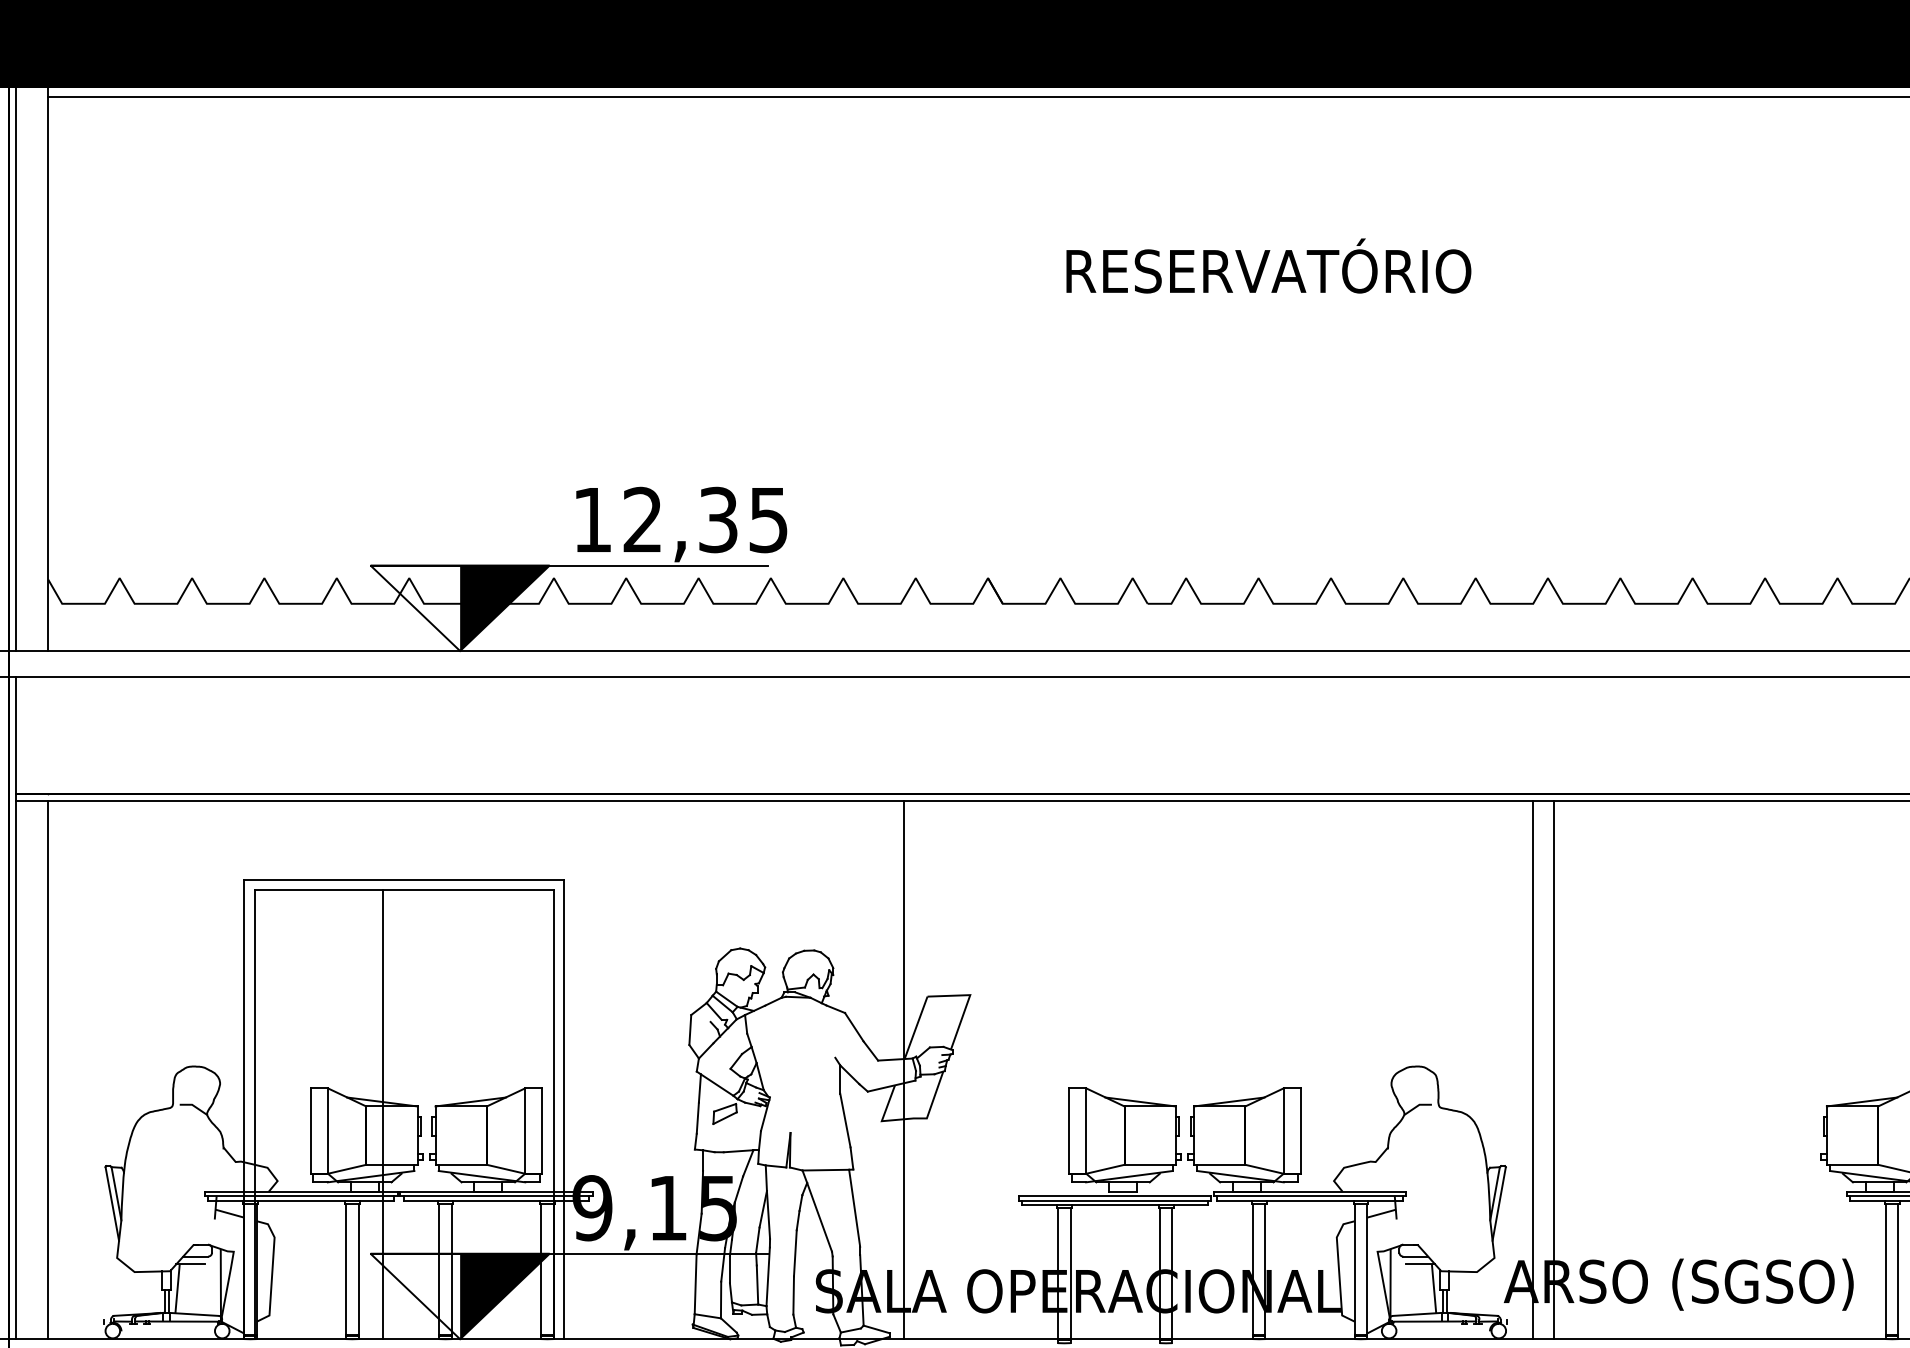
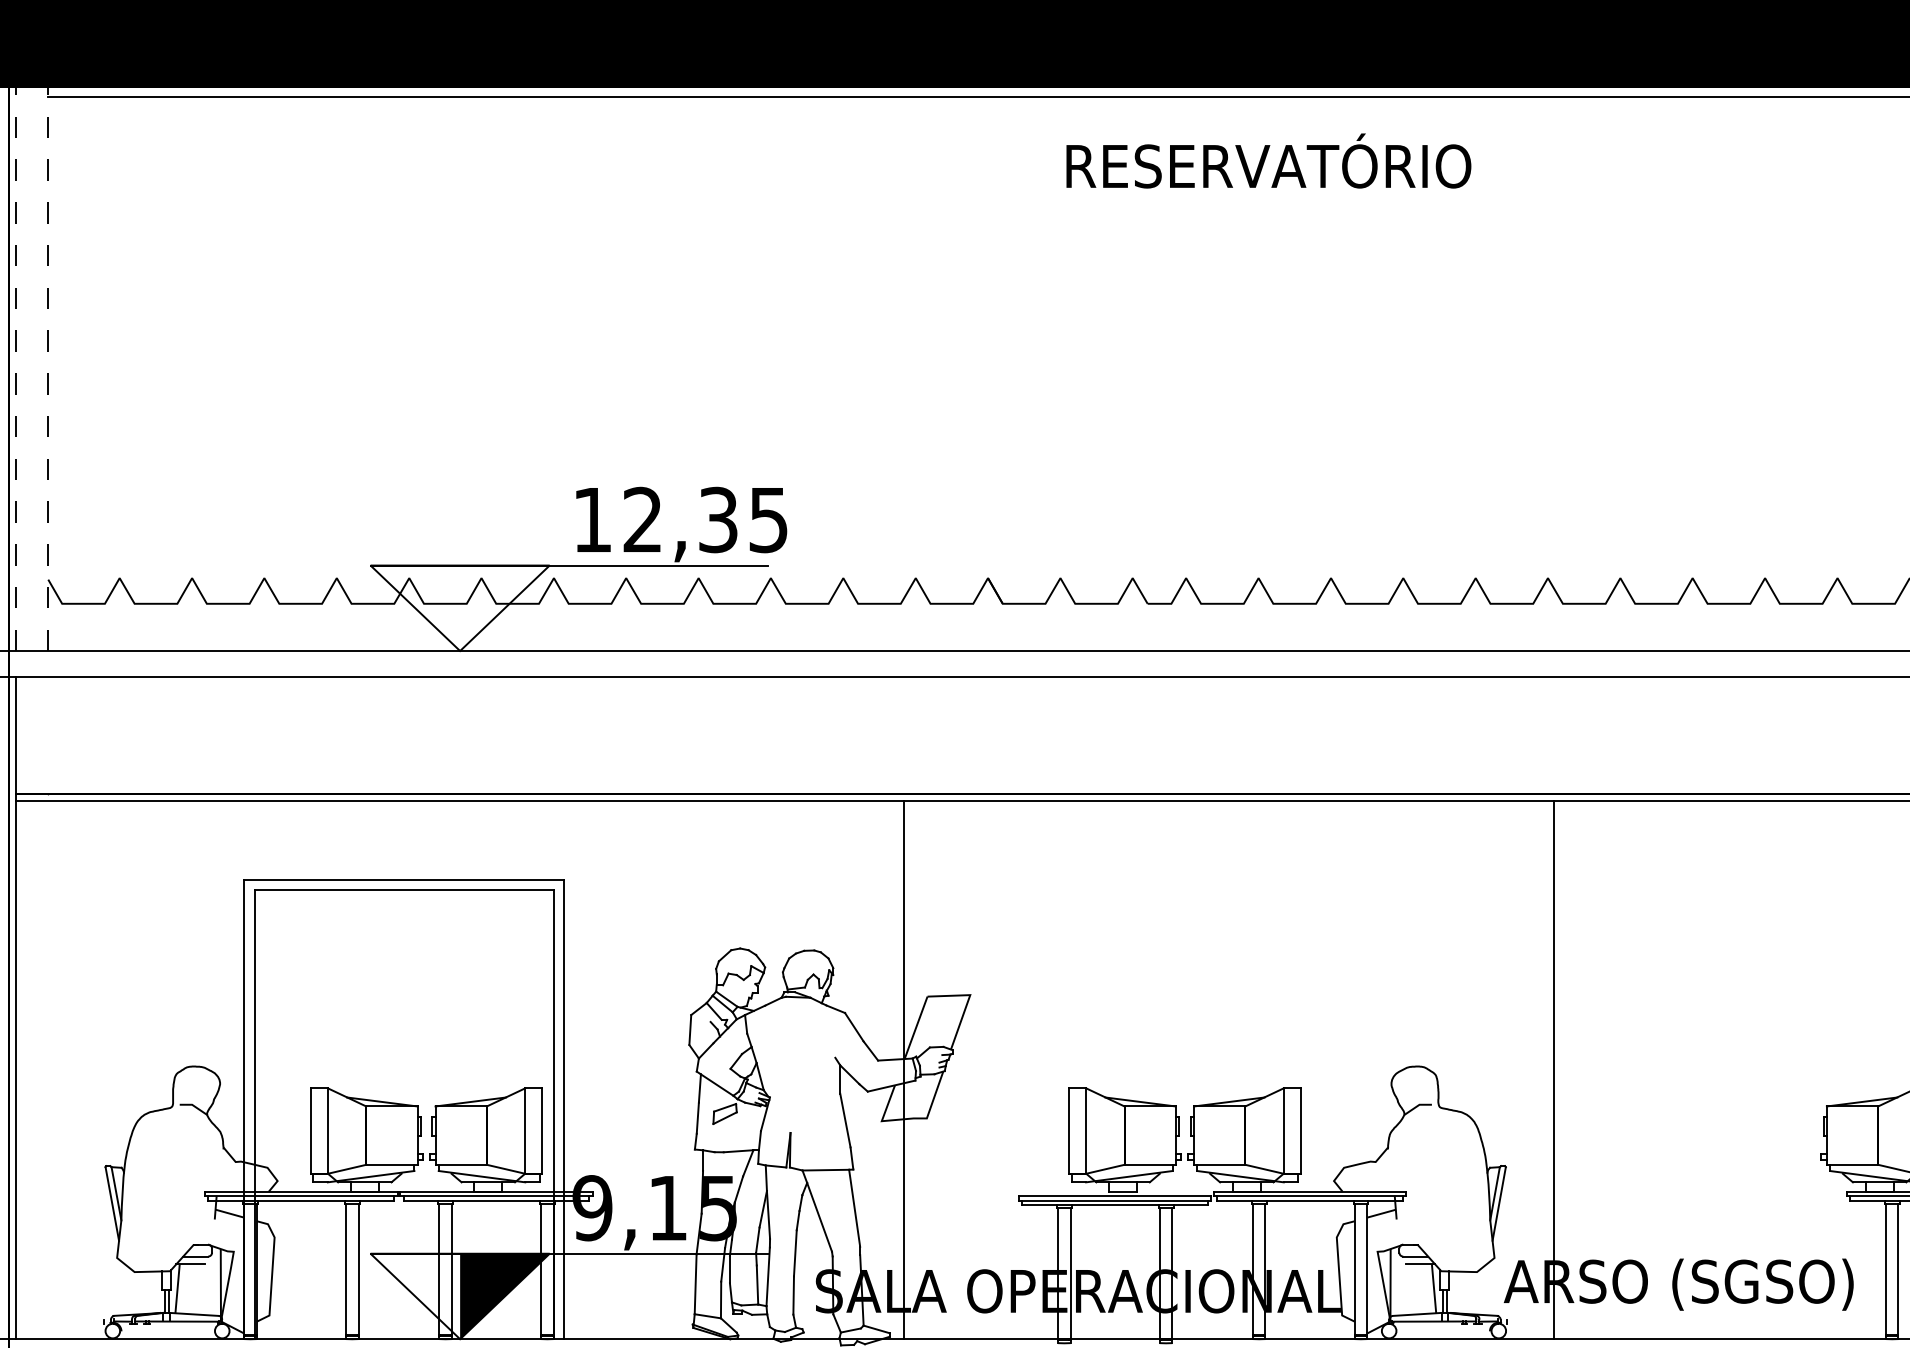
text at (1268, 265) position: (1268, 265) -> (1268, 160)
line at (16, 368): solid -> dashed
line at (48, 368): solid -> dashed
fill at (504, 608): present -> none
line at (48, 1069): present -> none
line at (1533, 1069): present -> none
line at (382, 1114): present -> none
